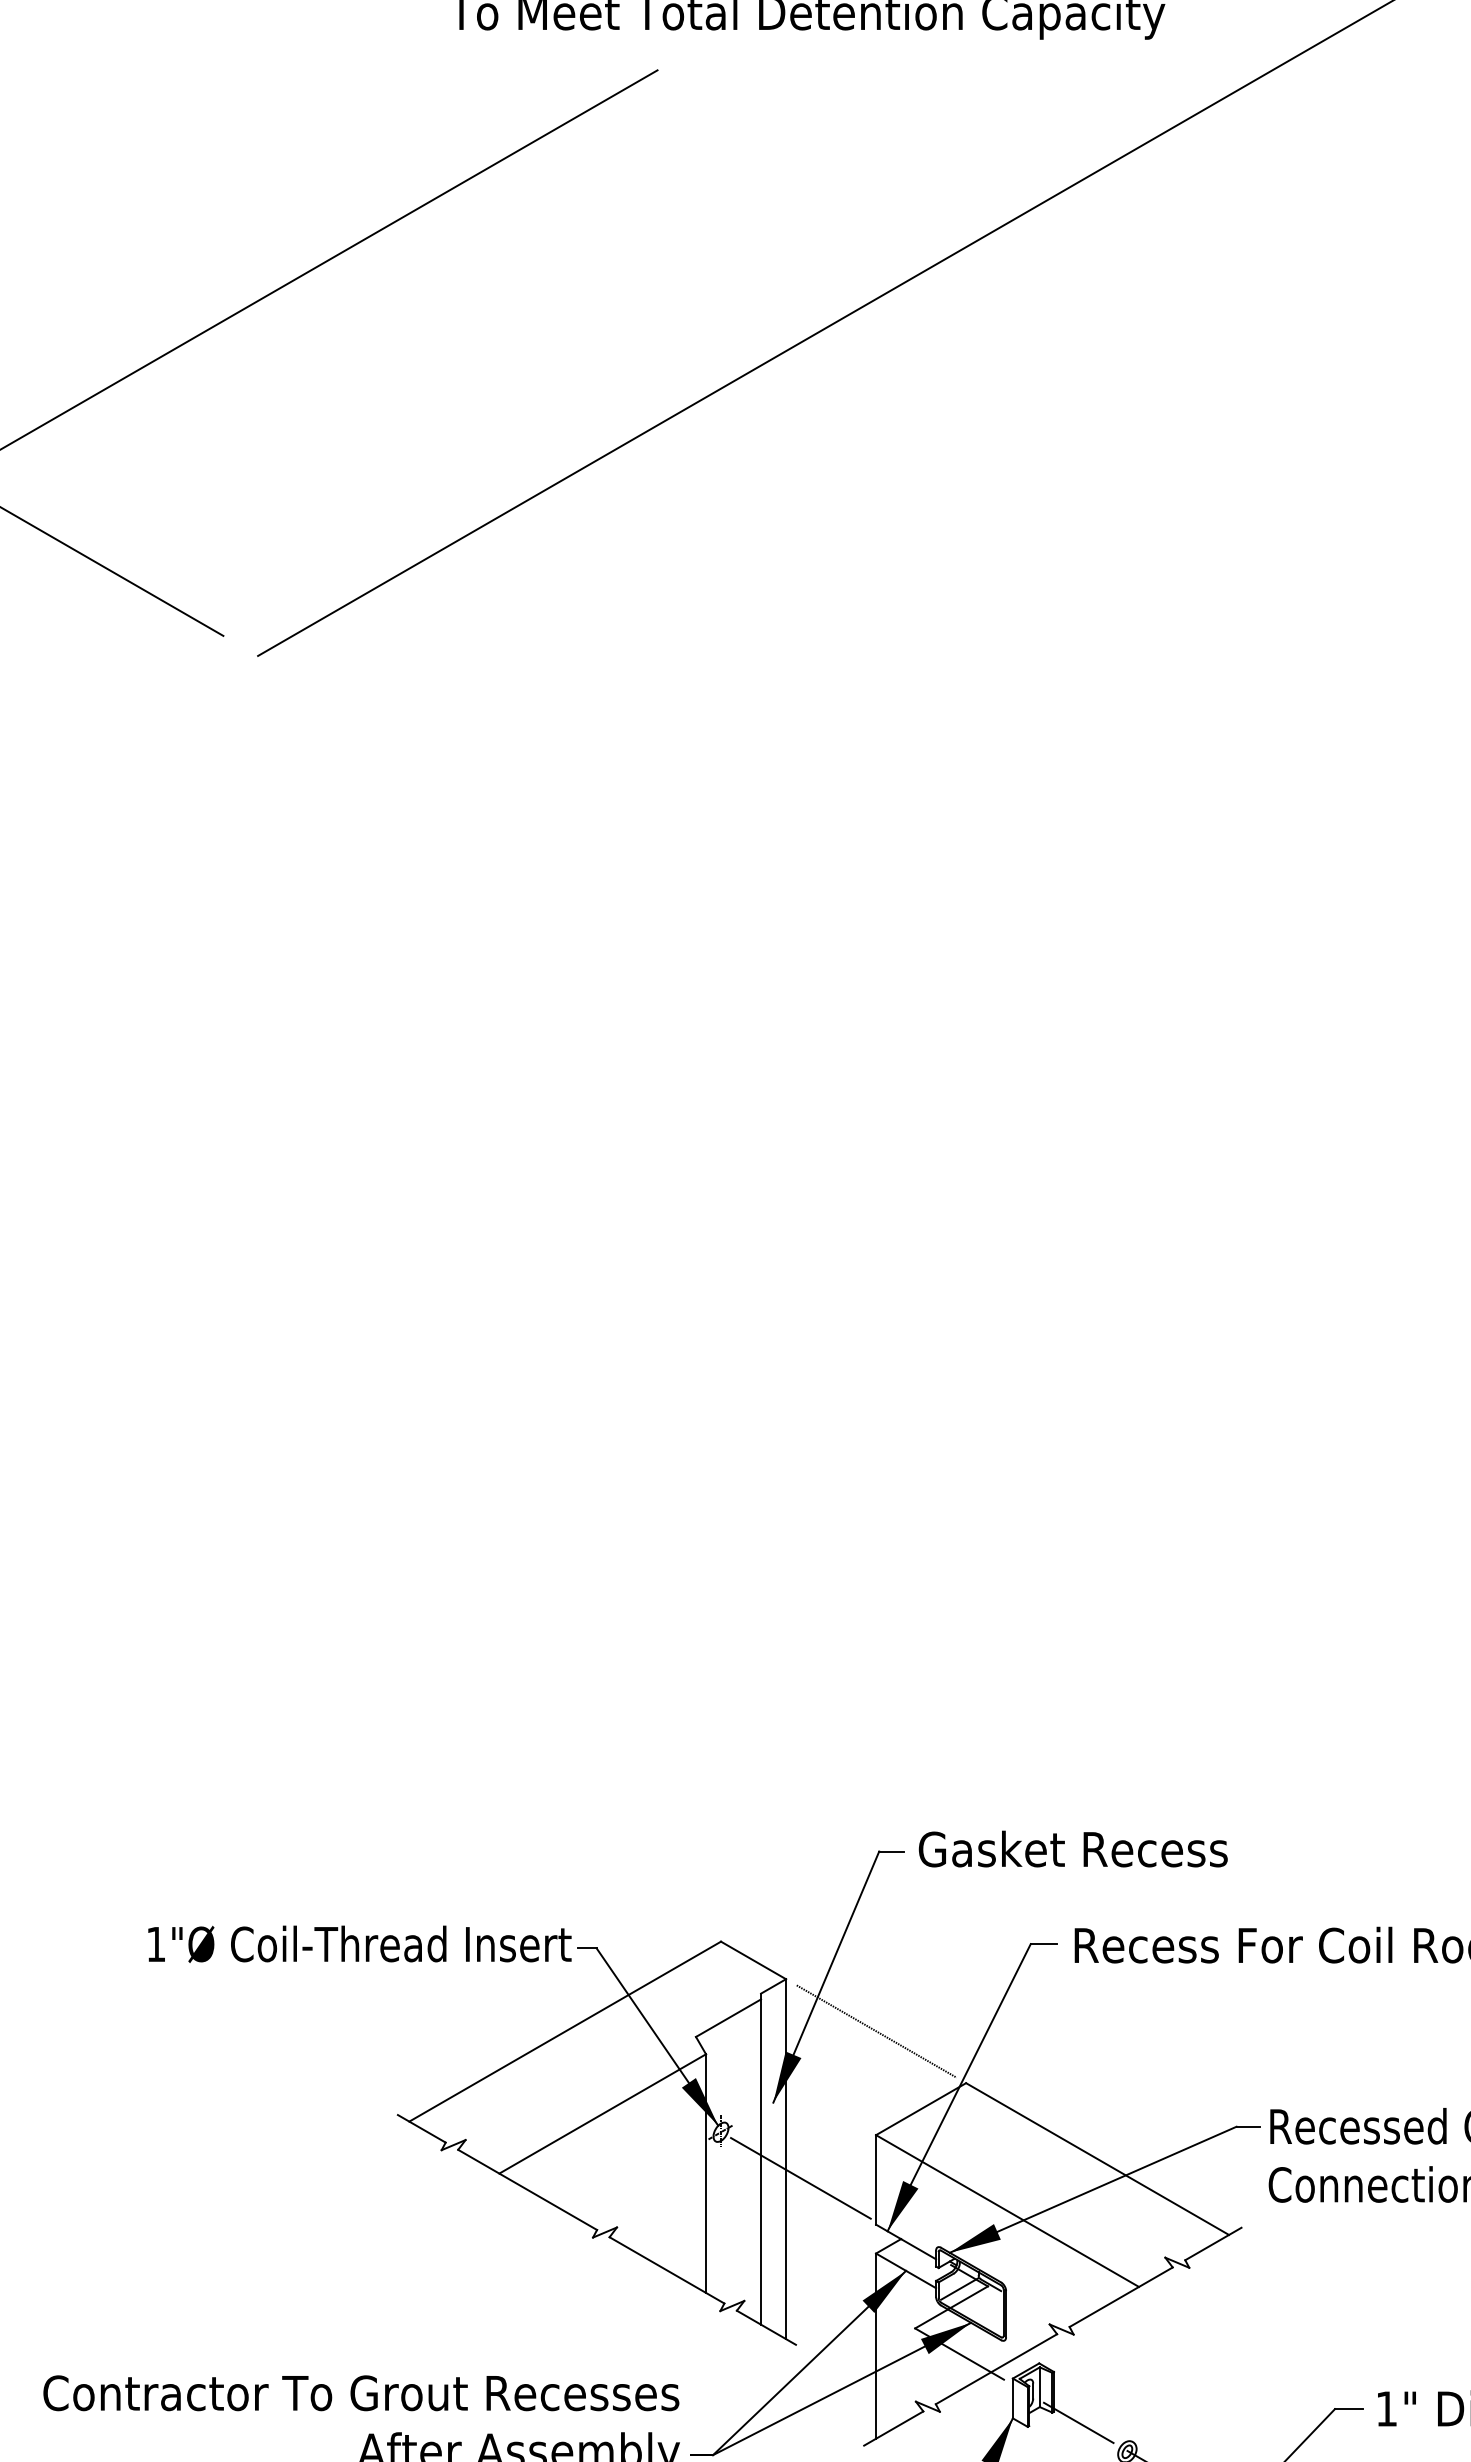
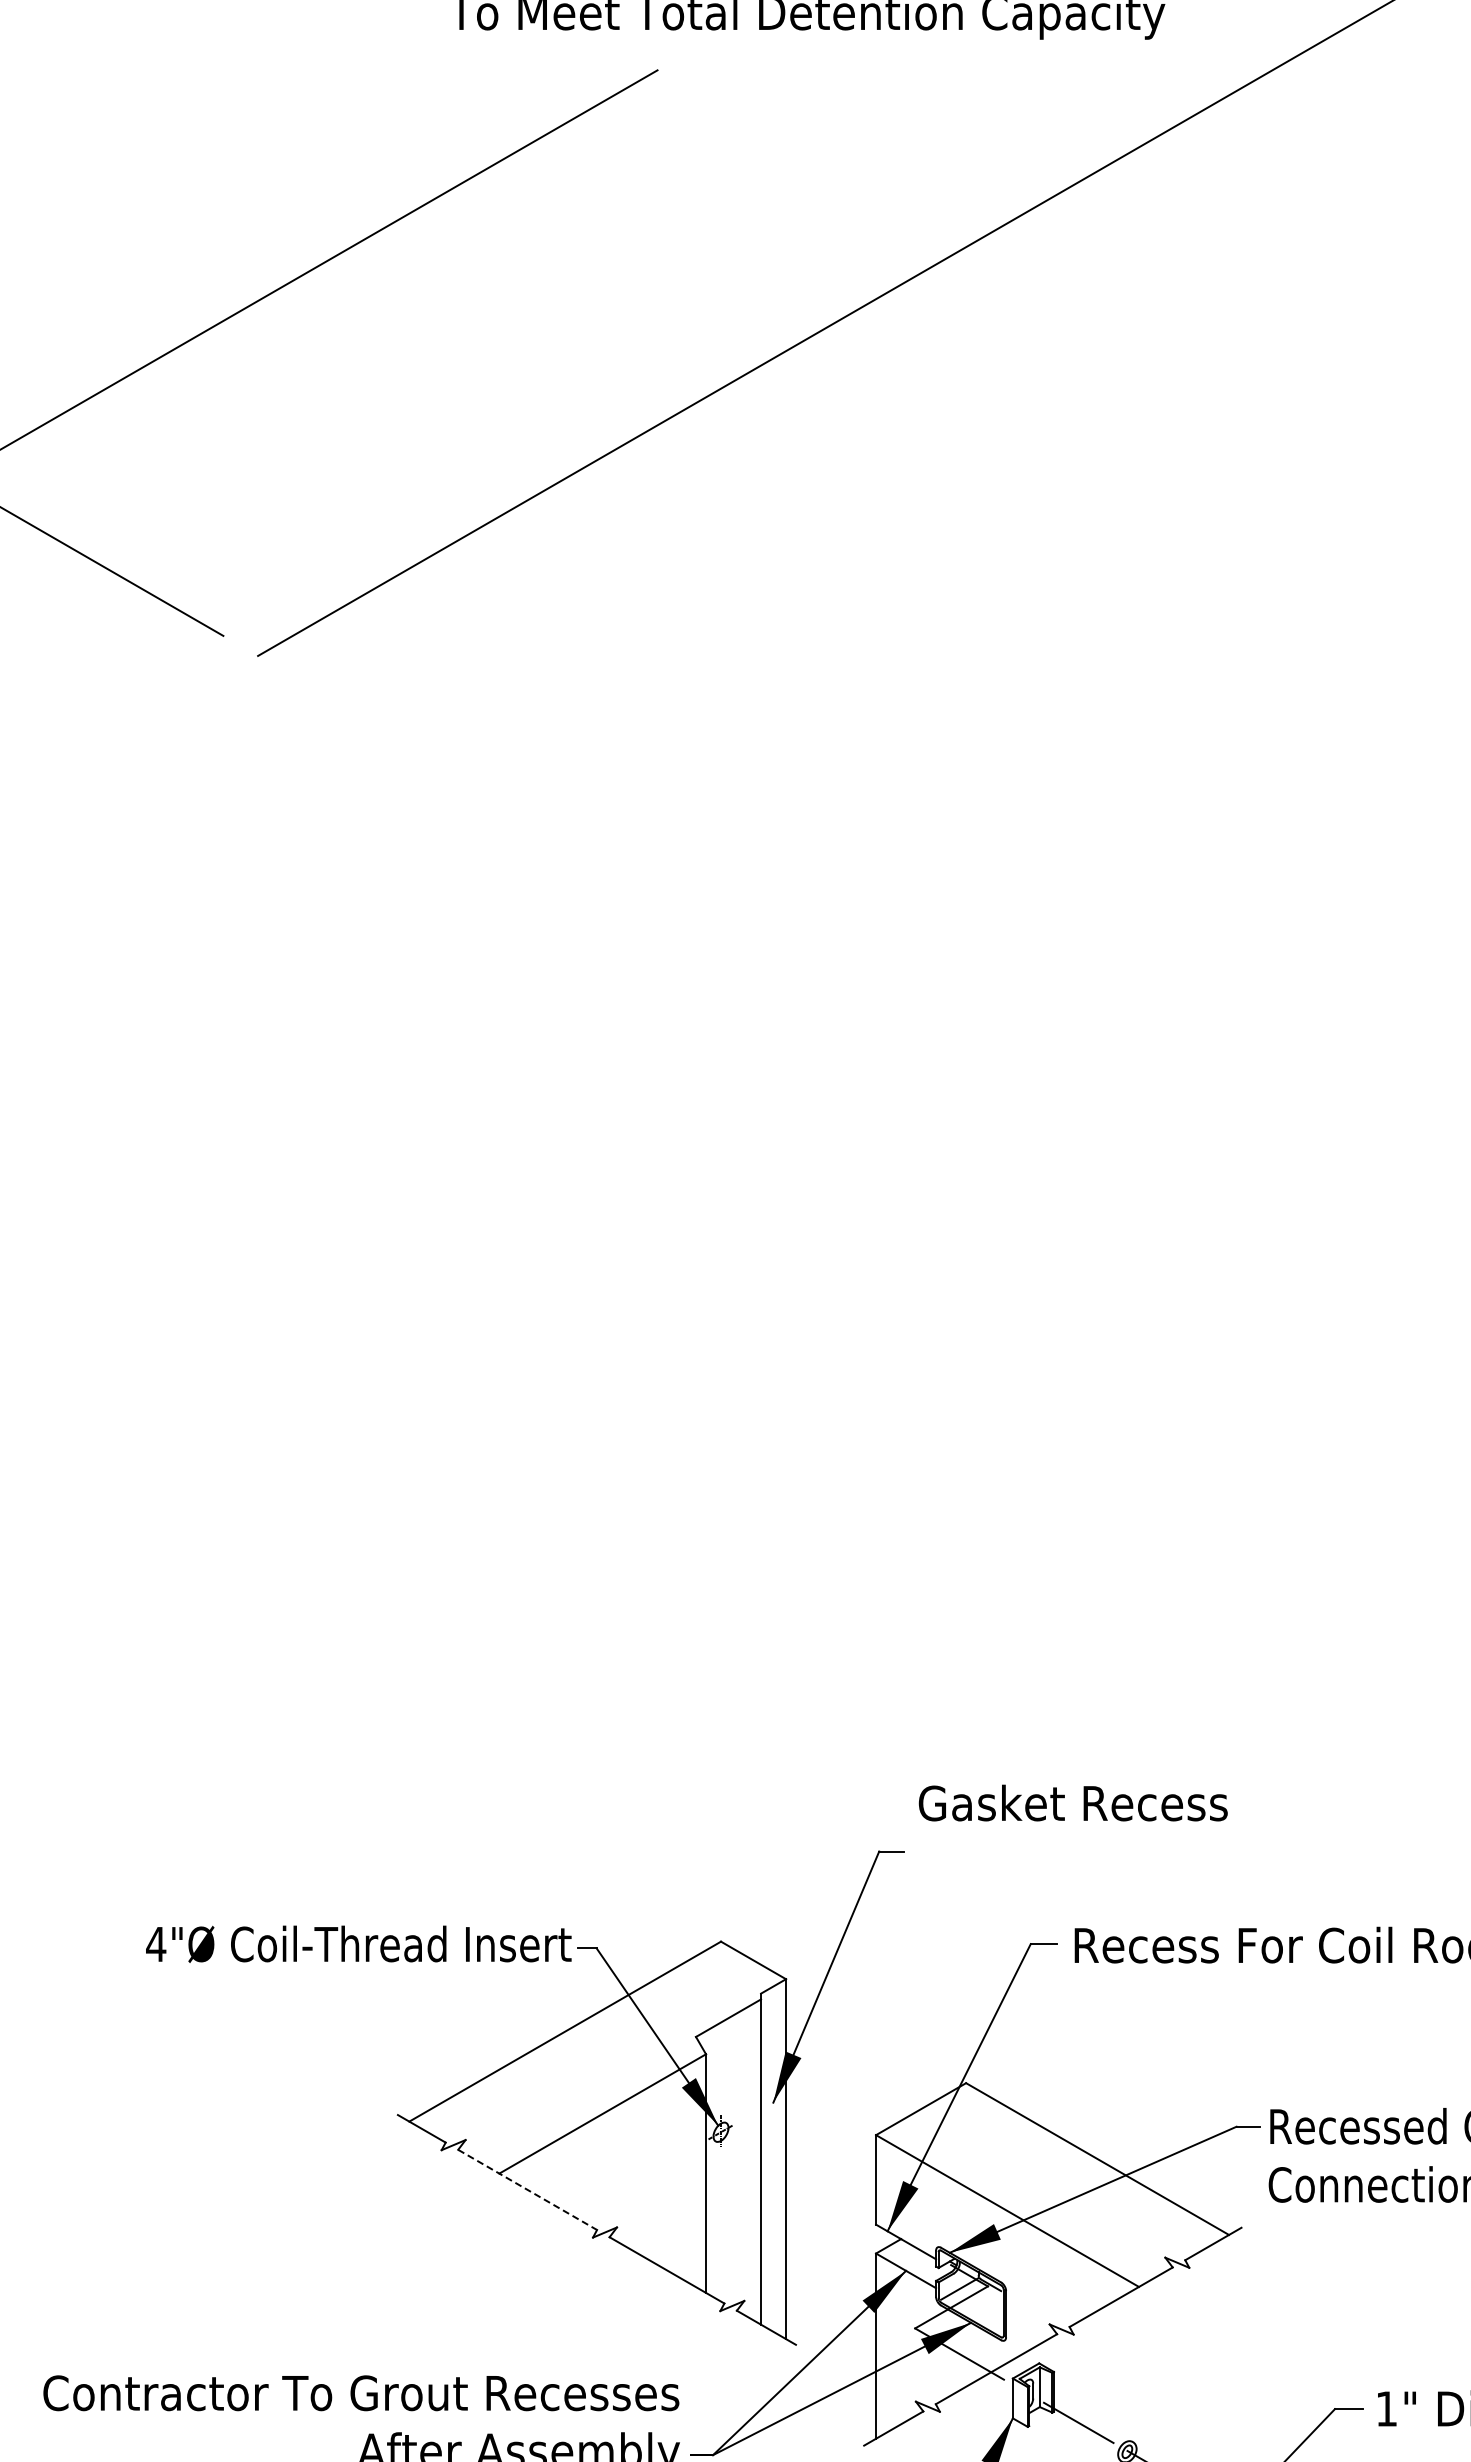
text at (1072, 1848) position: (1072, 1848) -> (1072, 1802)
text at (156, 1944): 1"Ø -> 4"Ø
line at (876, 2031): present -> none
line at (800, 2178): present -> none
line at (528, 2190): solid -> dashed
